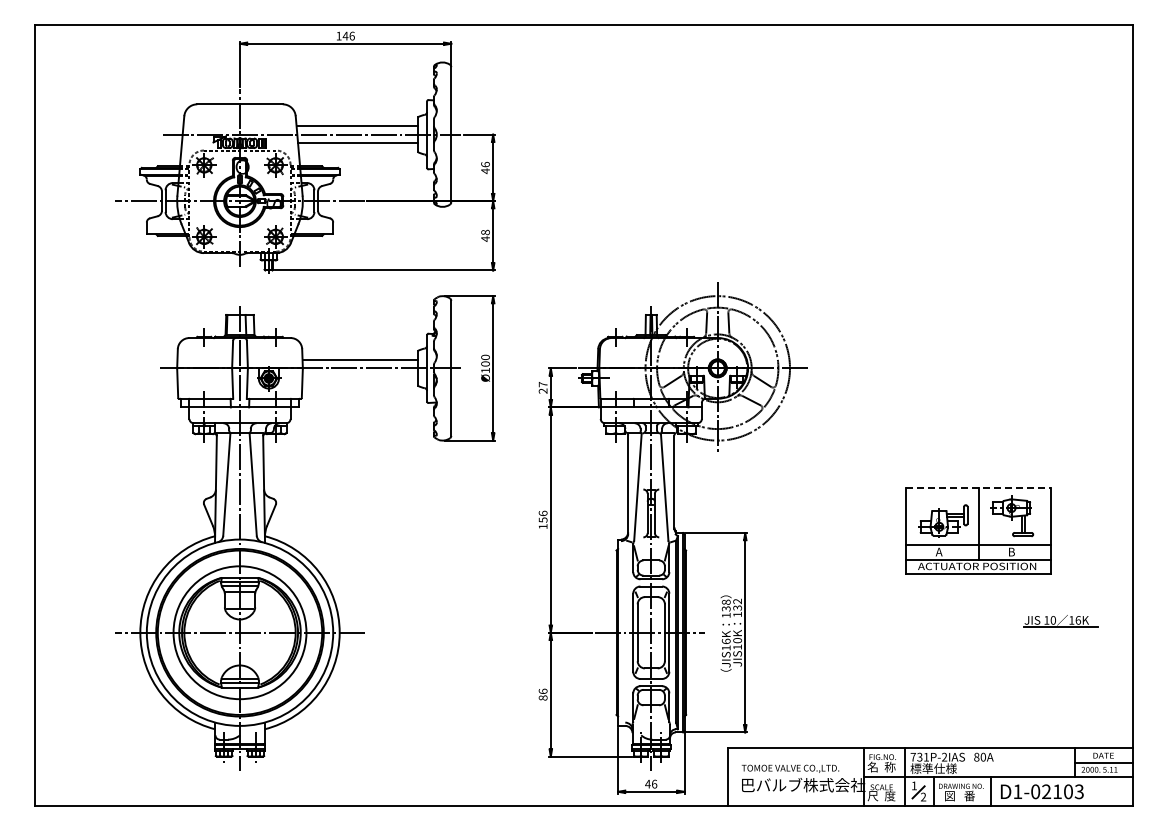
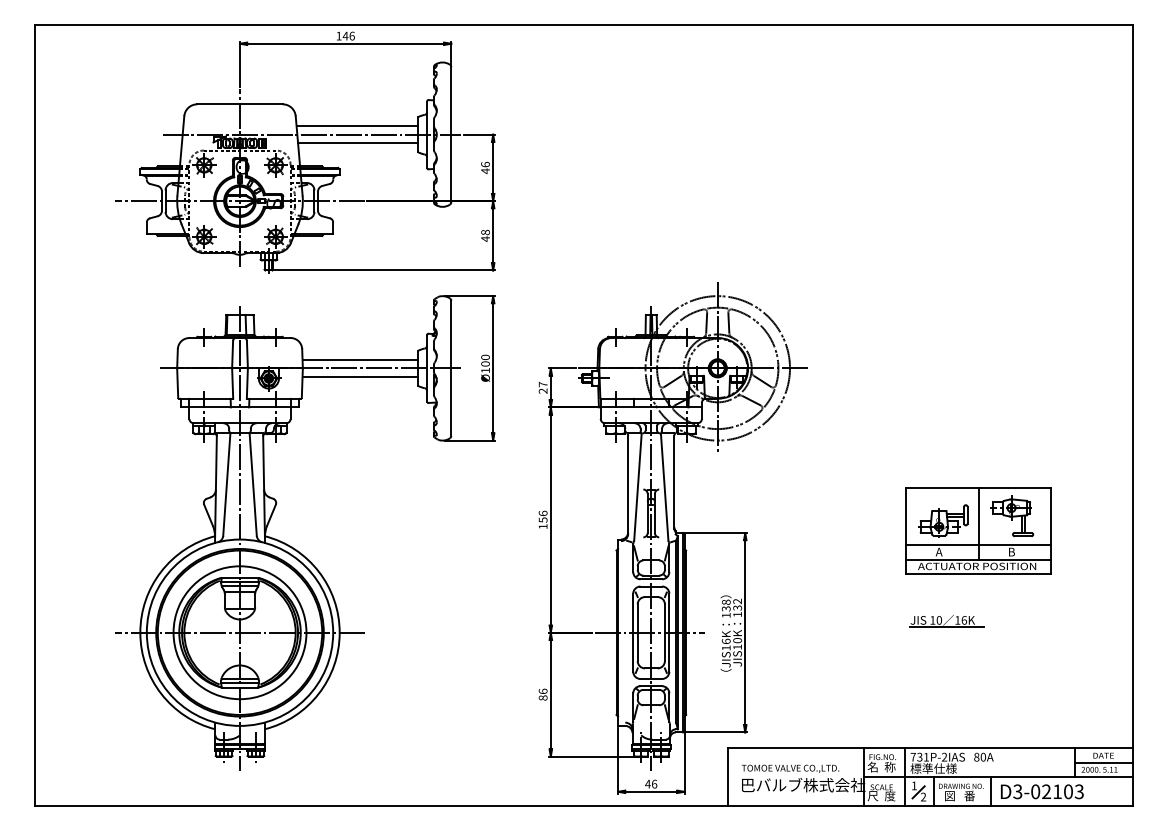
line at (359, 377): none -> present
line at (979, 487): dashed -> solid
part at (1060, 621) position: (1060, 621) -> (946, 621)
text at (1017, 791): D1-02103 -> D3-02103
